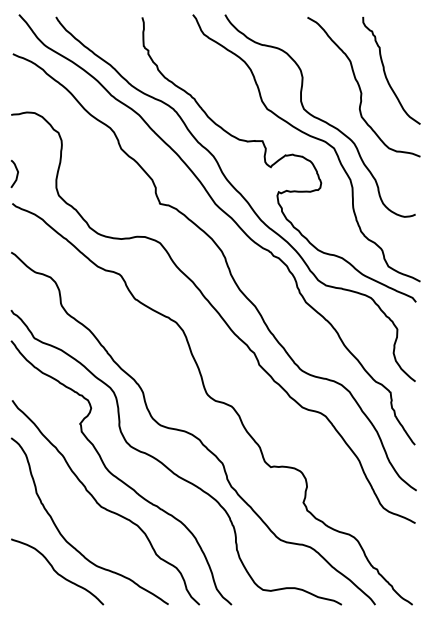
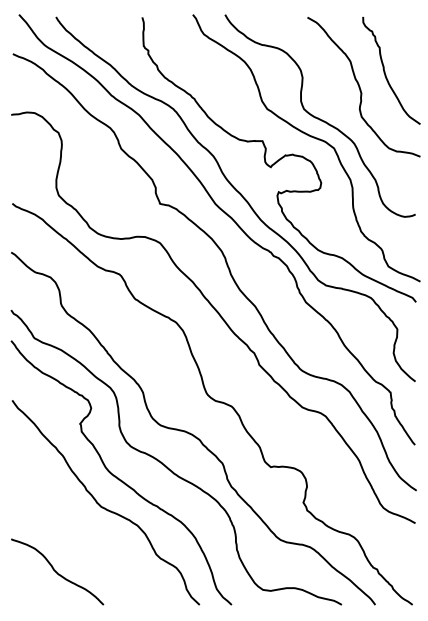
curve at (16, 173): present -> none
curve at (68, 541): present -> none
